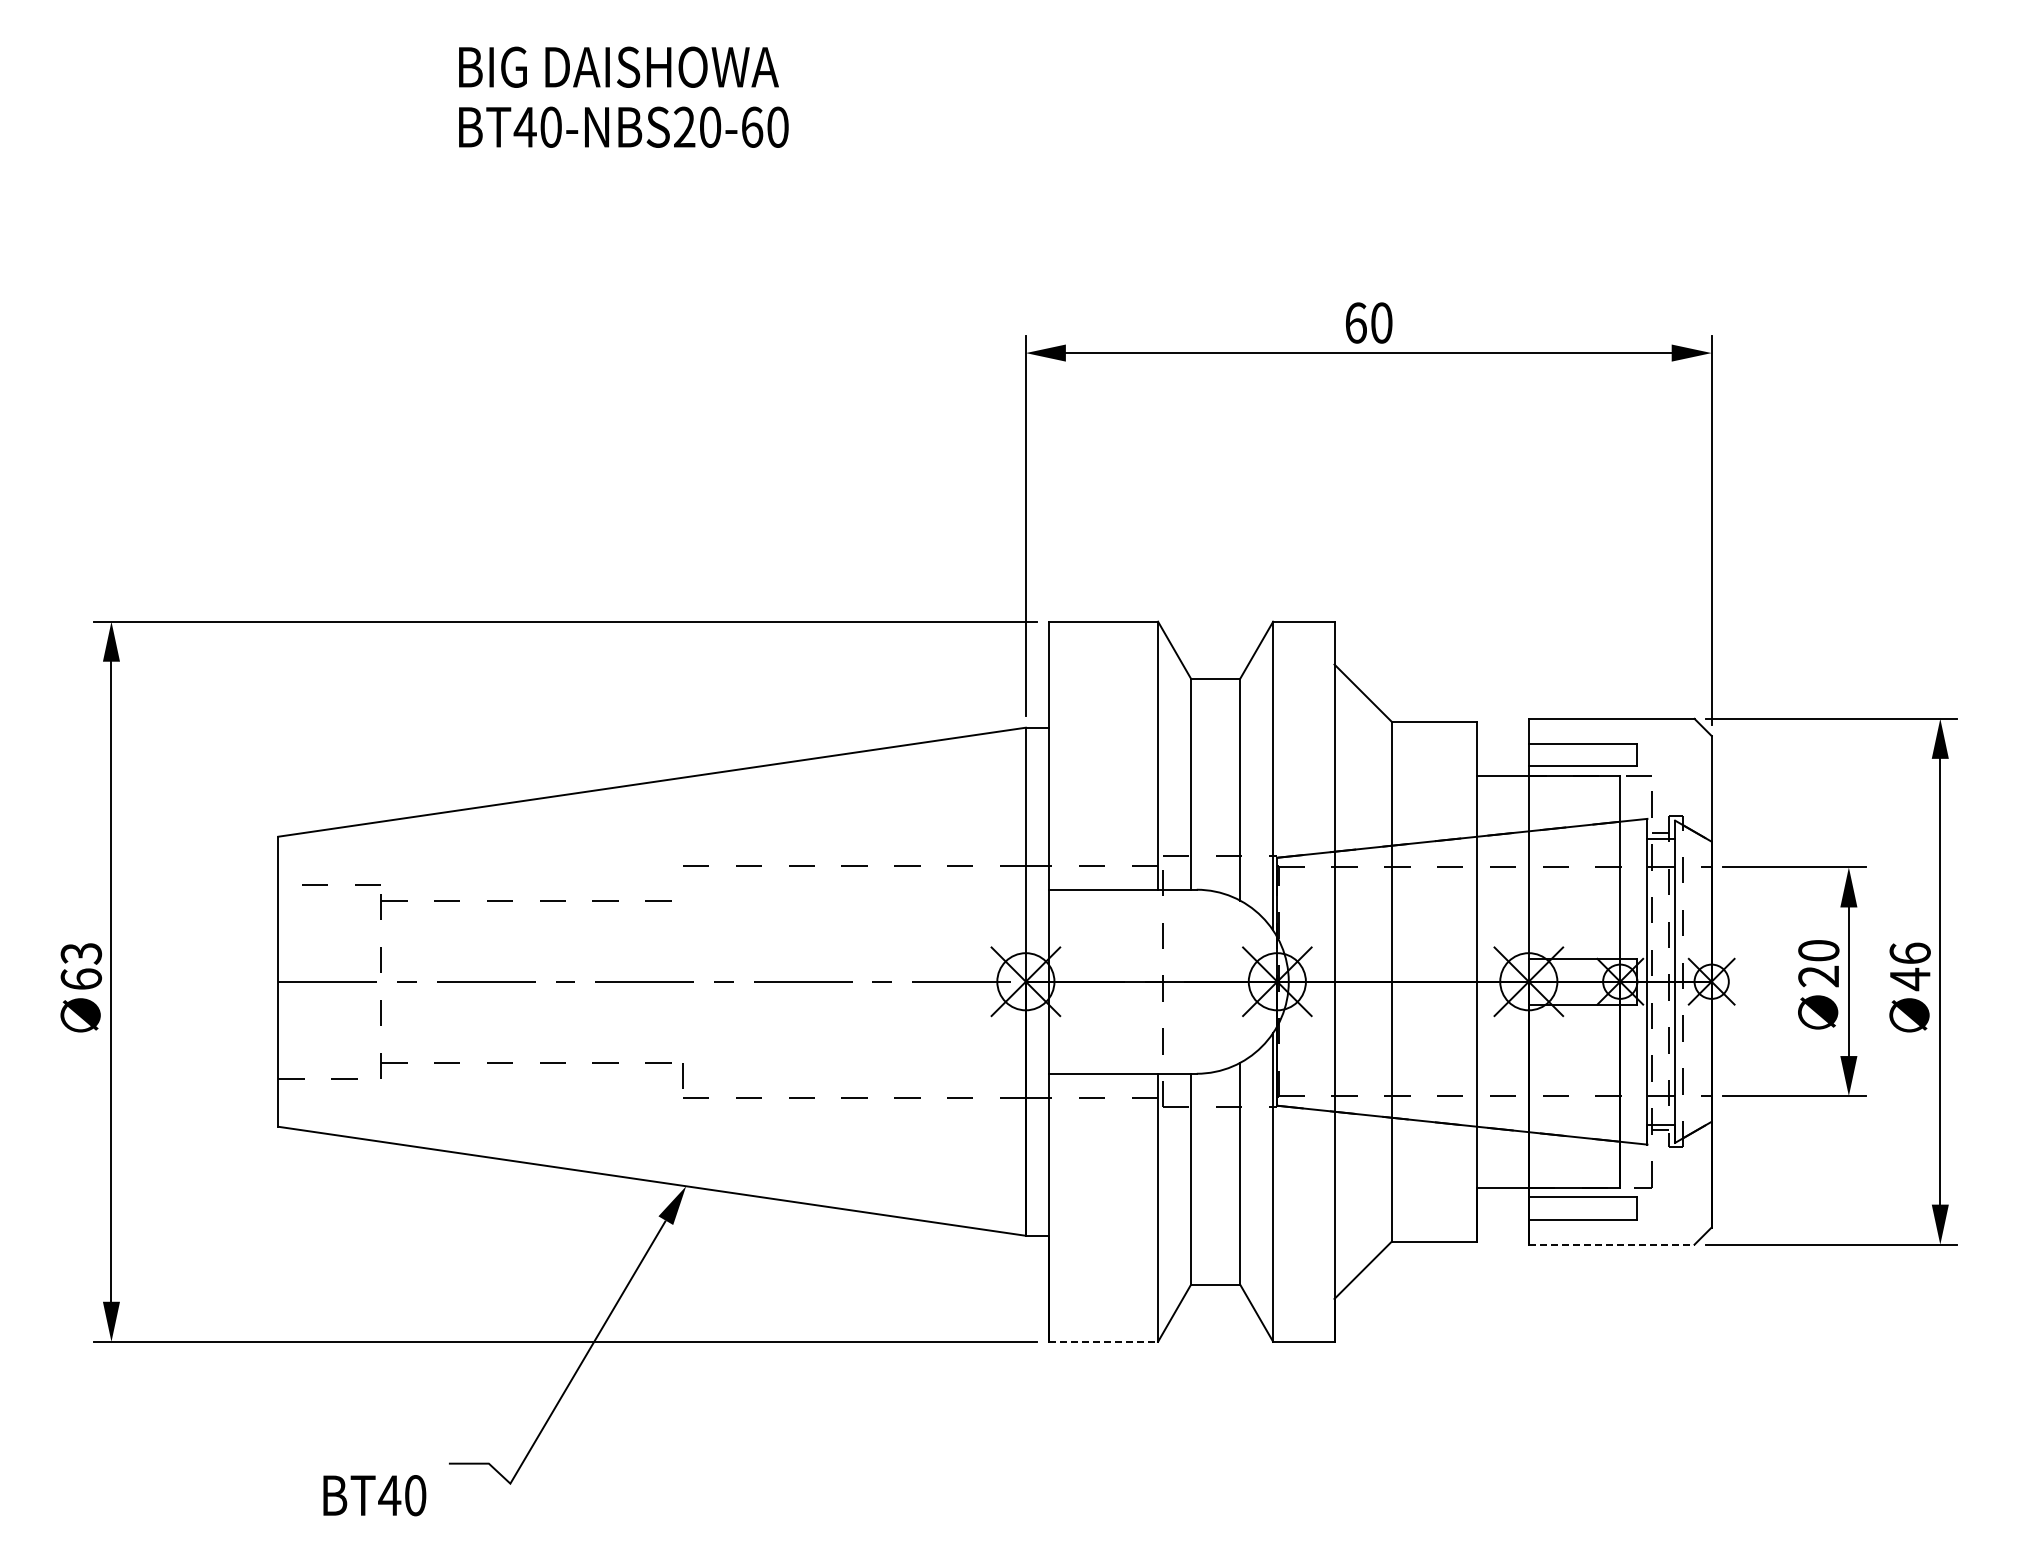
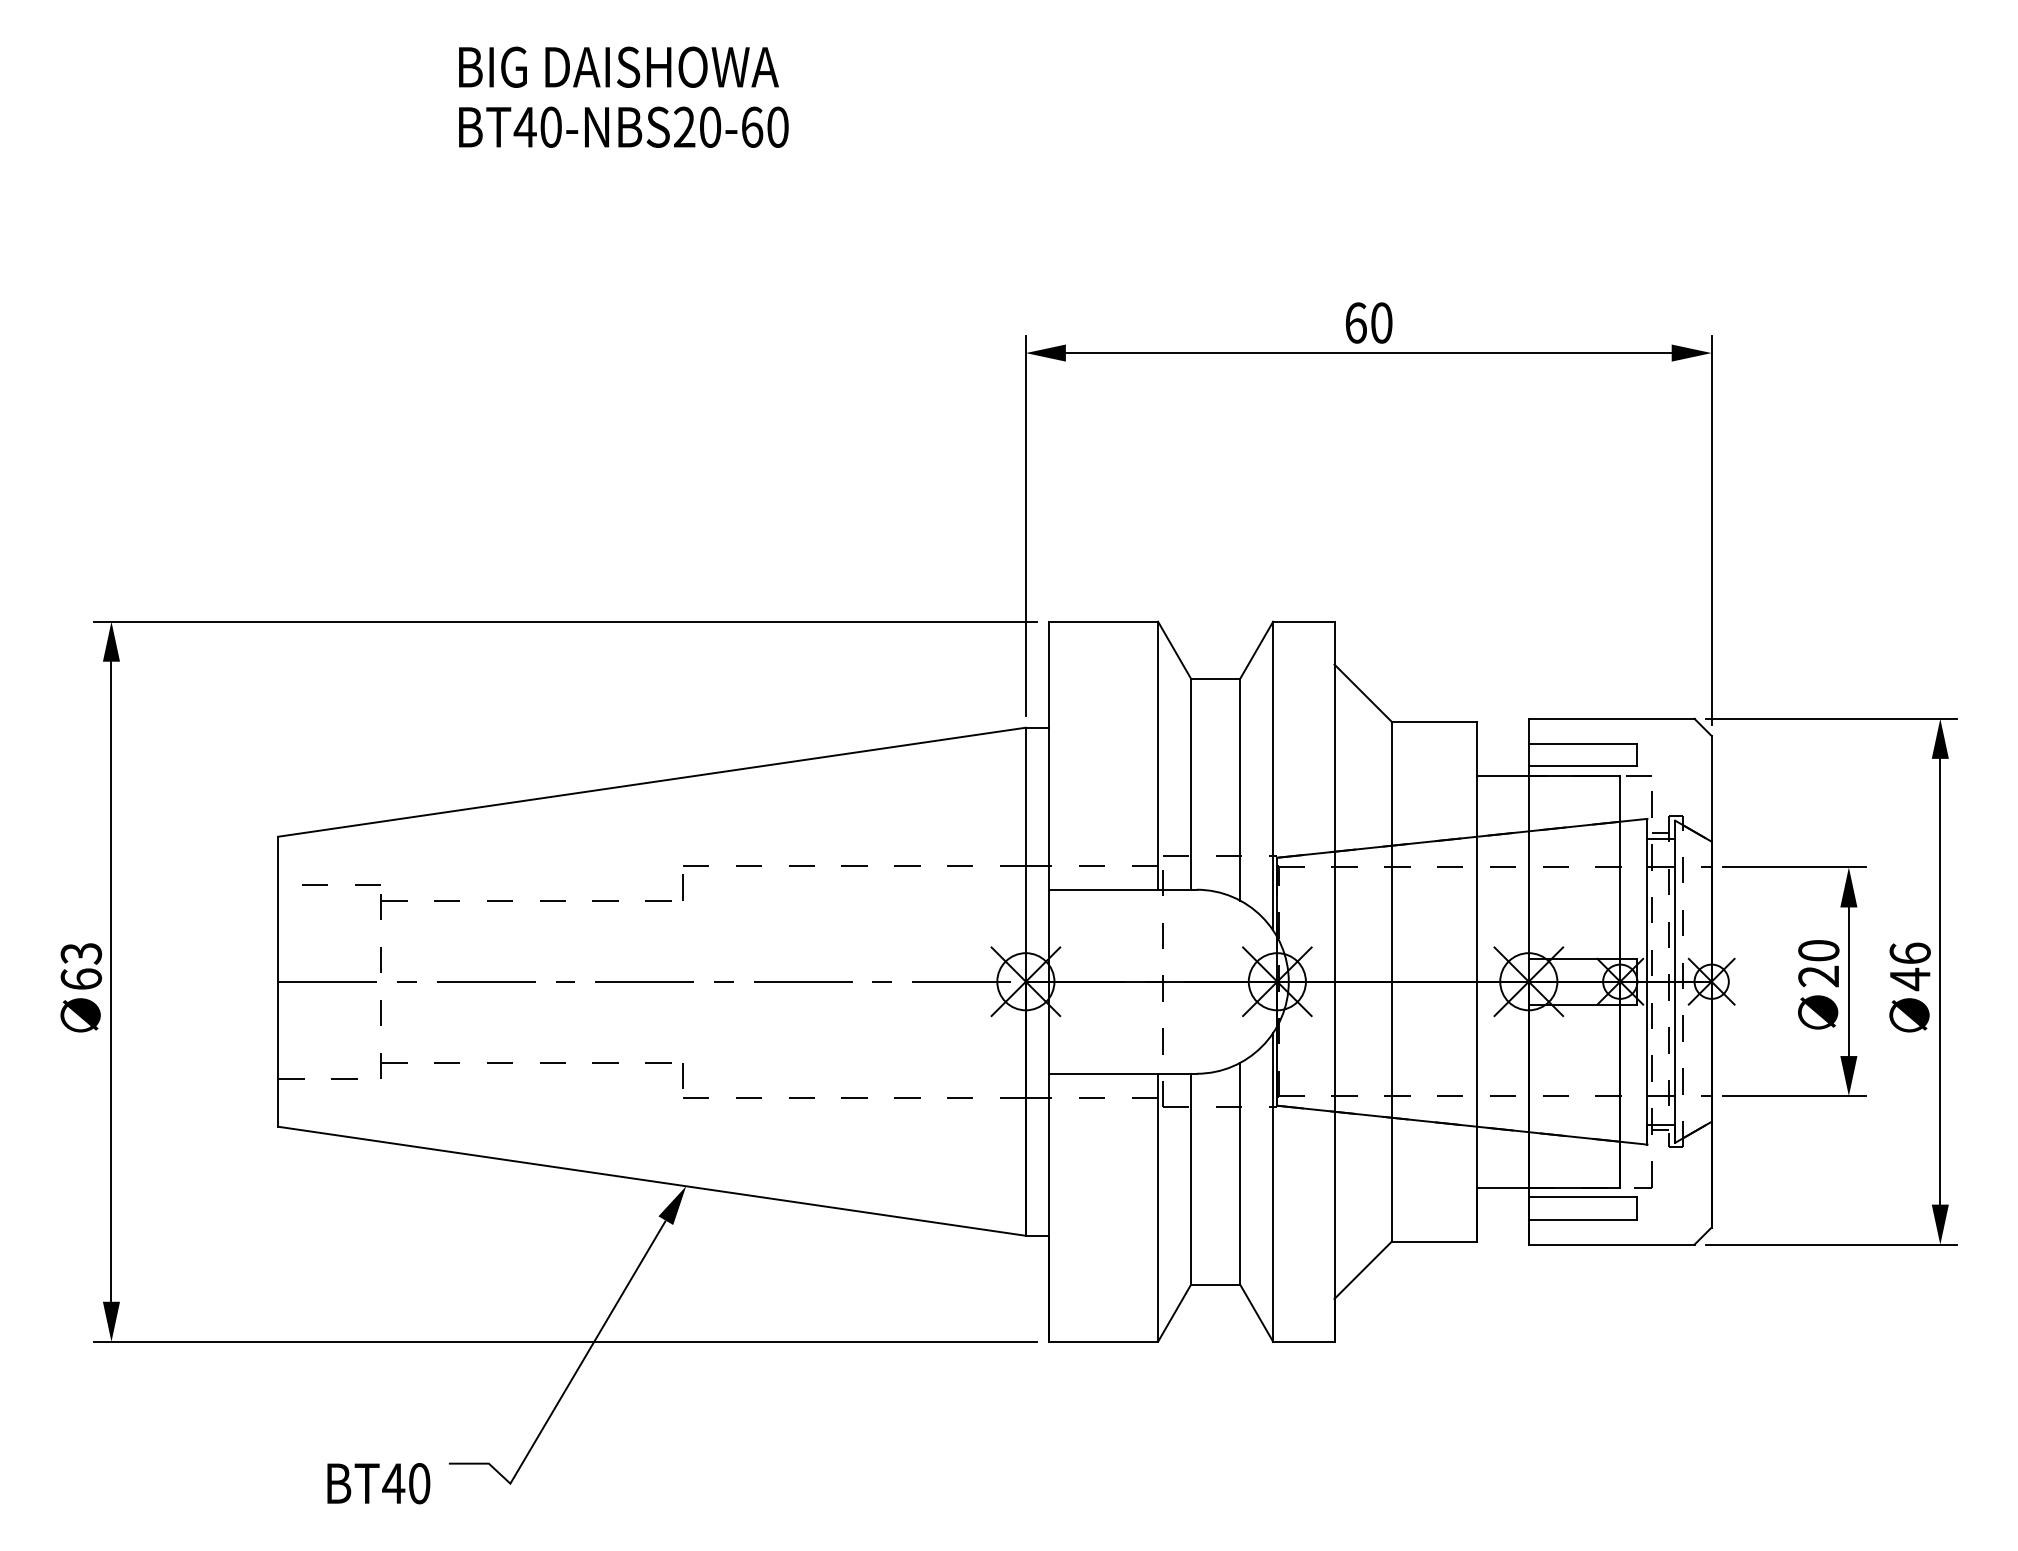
line at (682, 887): none -> present
line at (1611, 1244): dashed -> solid
line at (1103, 1341): dashed -> solid
text at (374, 1495) position: (374, 1495) -> (378, 1483)
